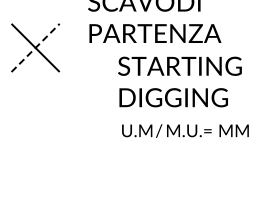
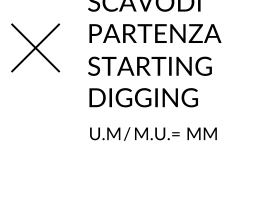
line at (35, 47): dashed -> solid
text at (179, 81) position: (179, 81) -> (149, 81)
text at (185, 130) position: (185, 130) -> (153, 133)
